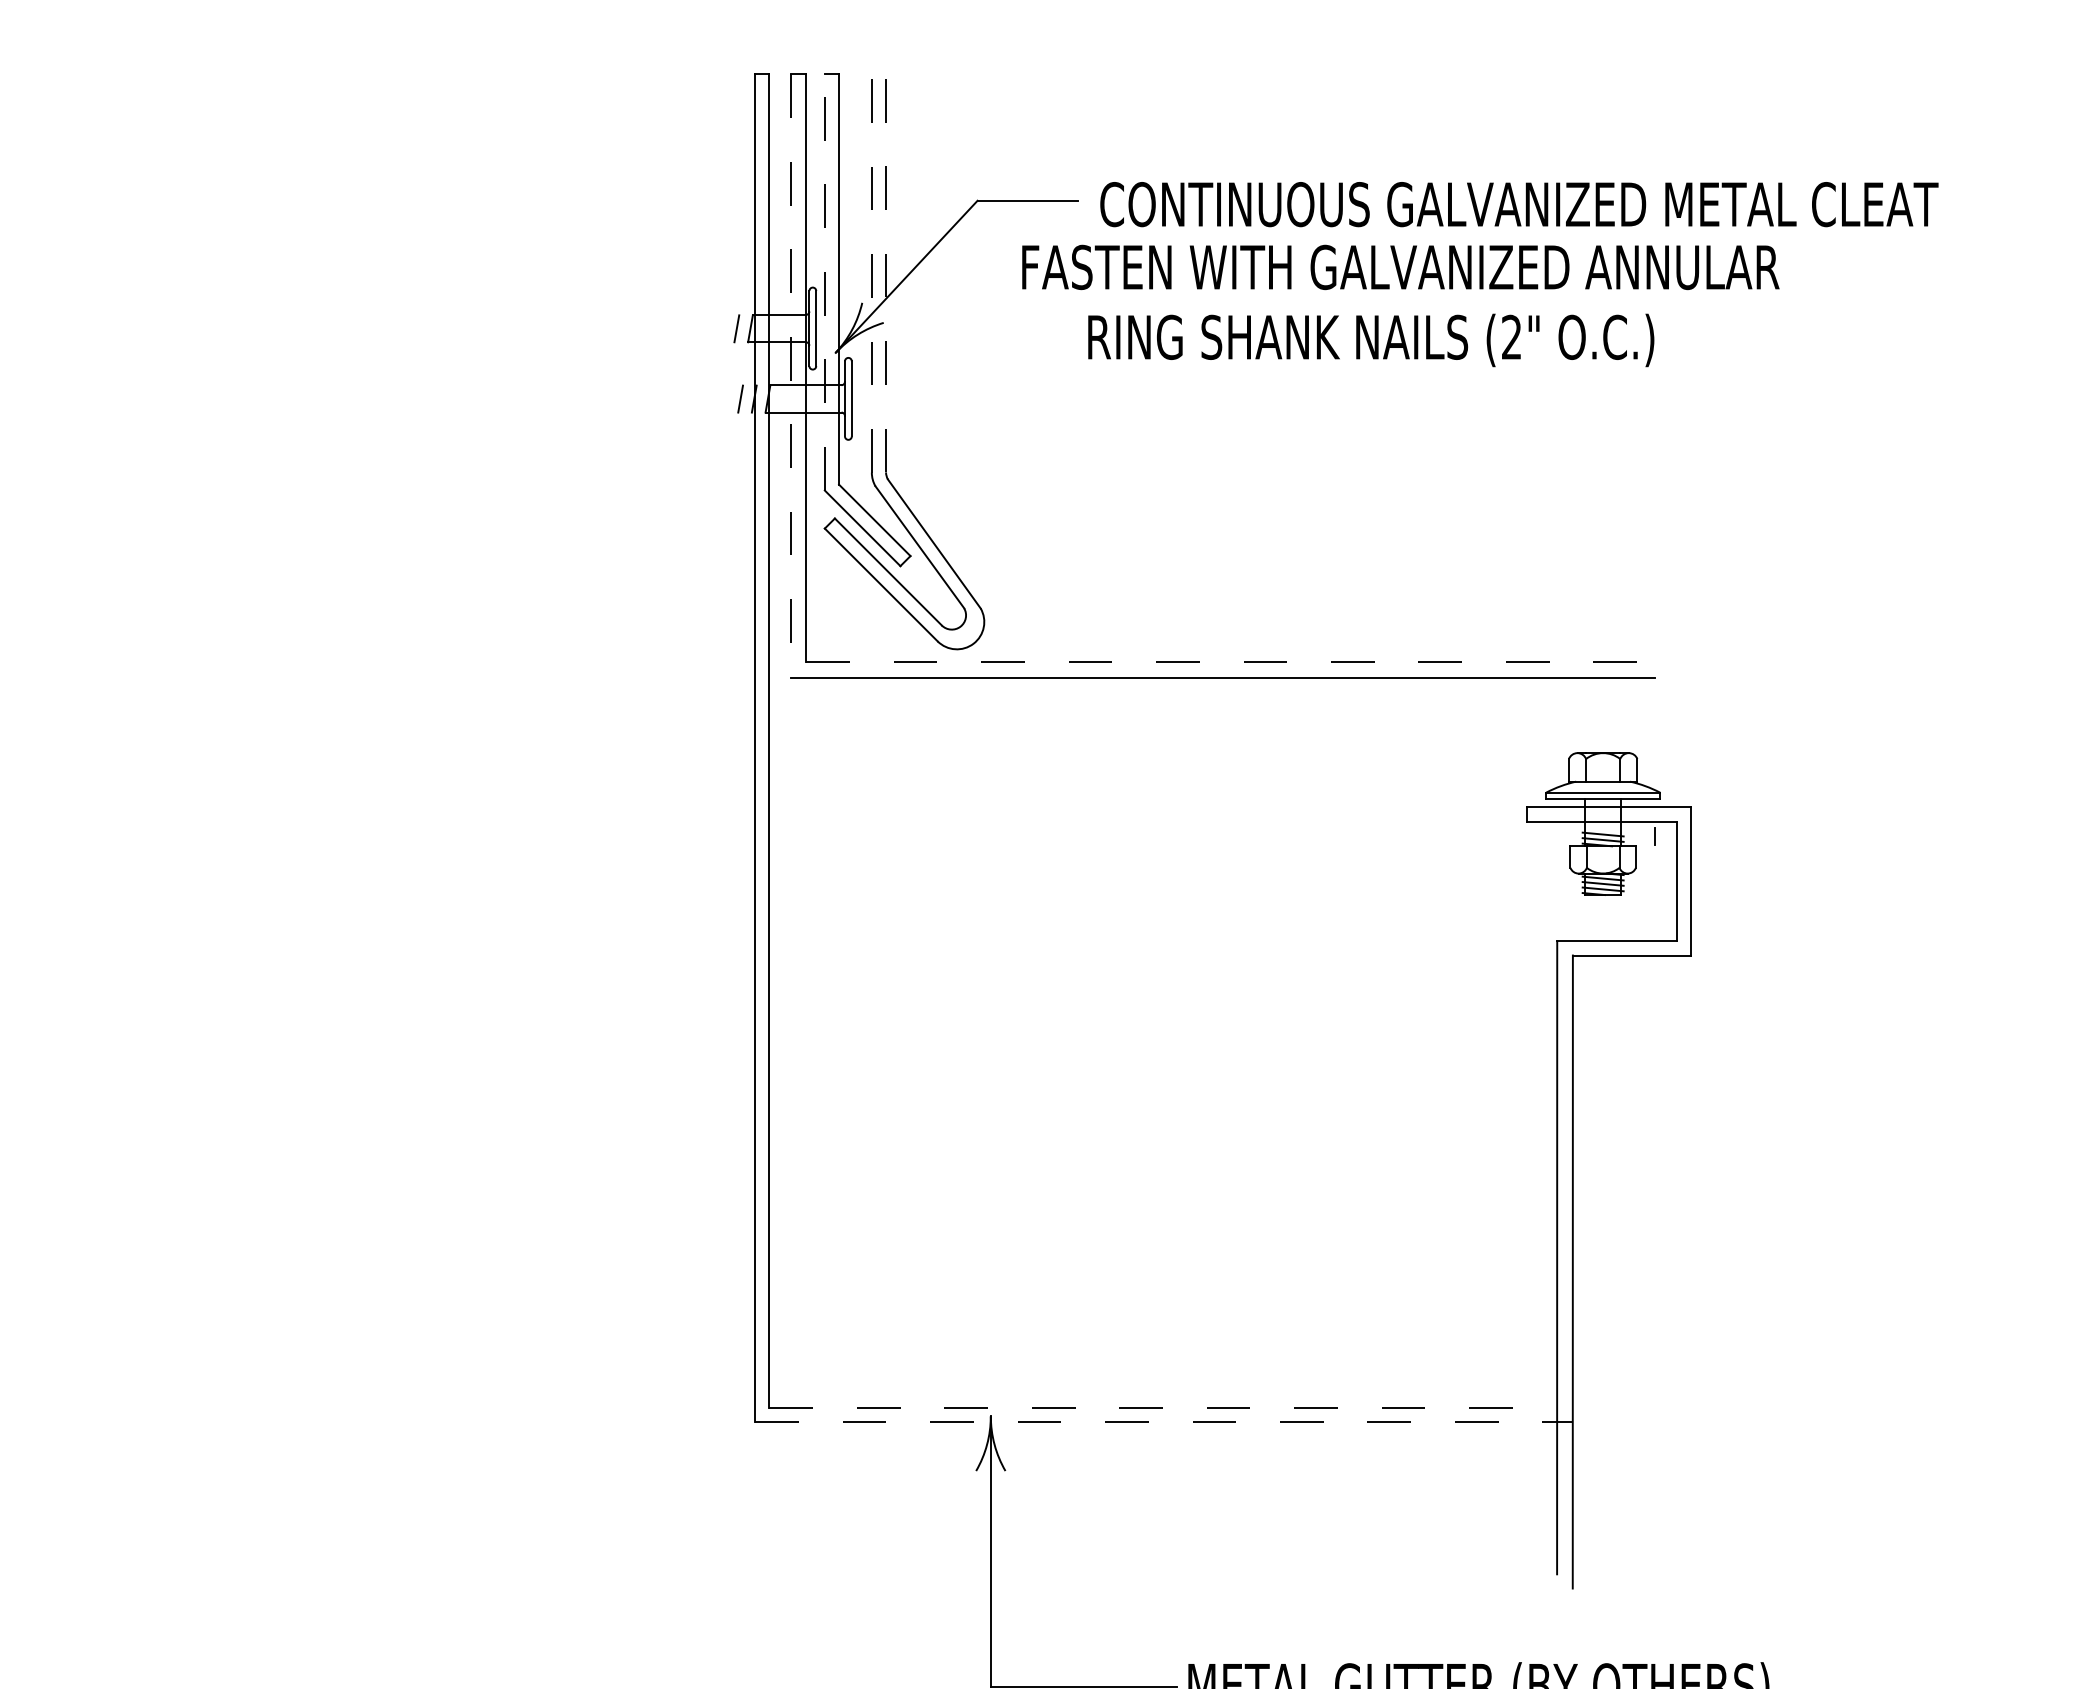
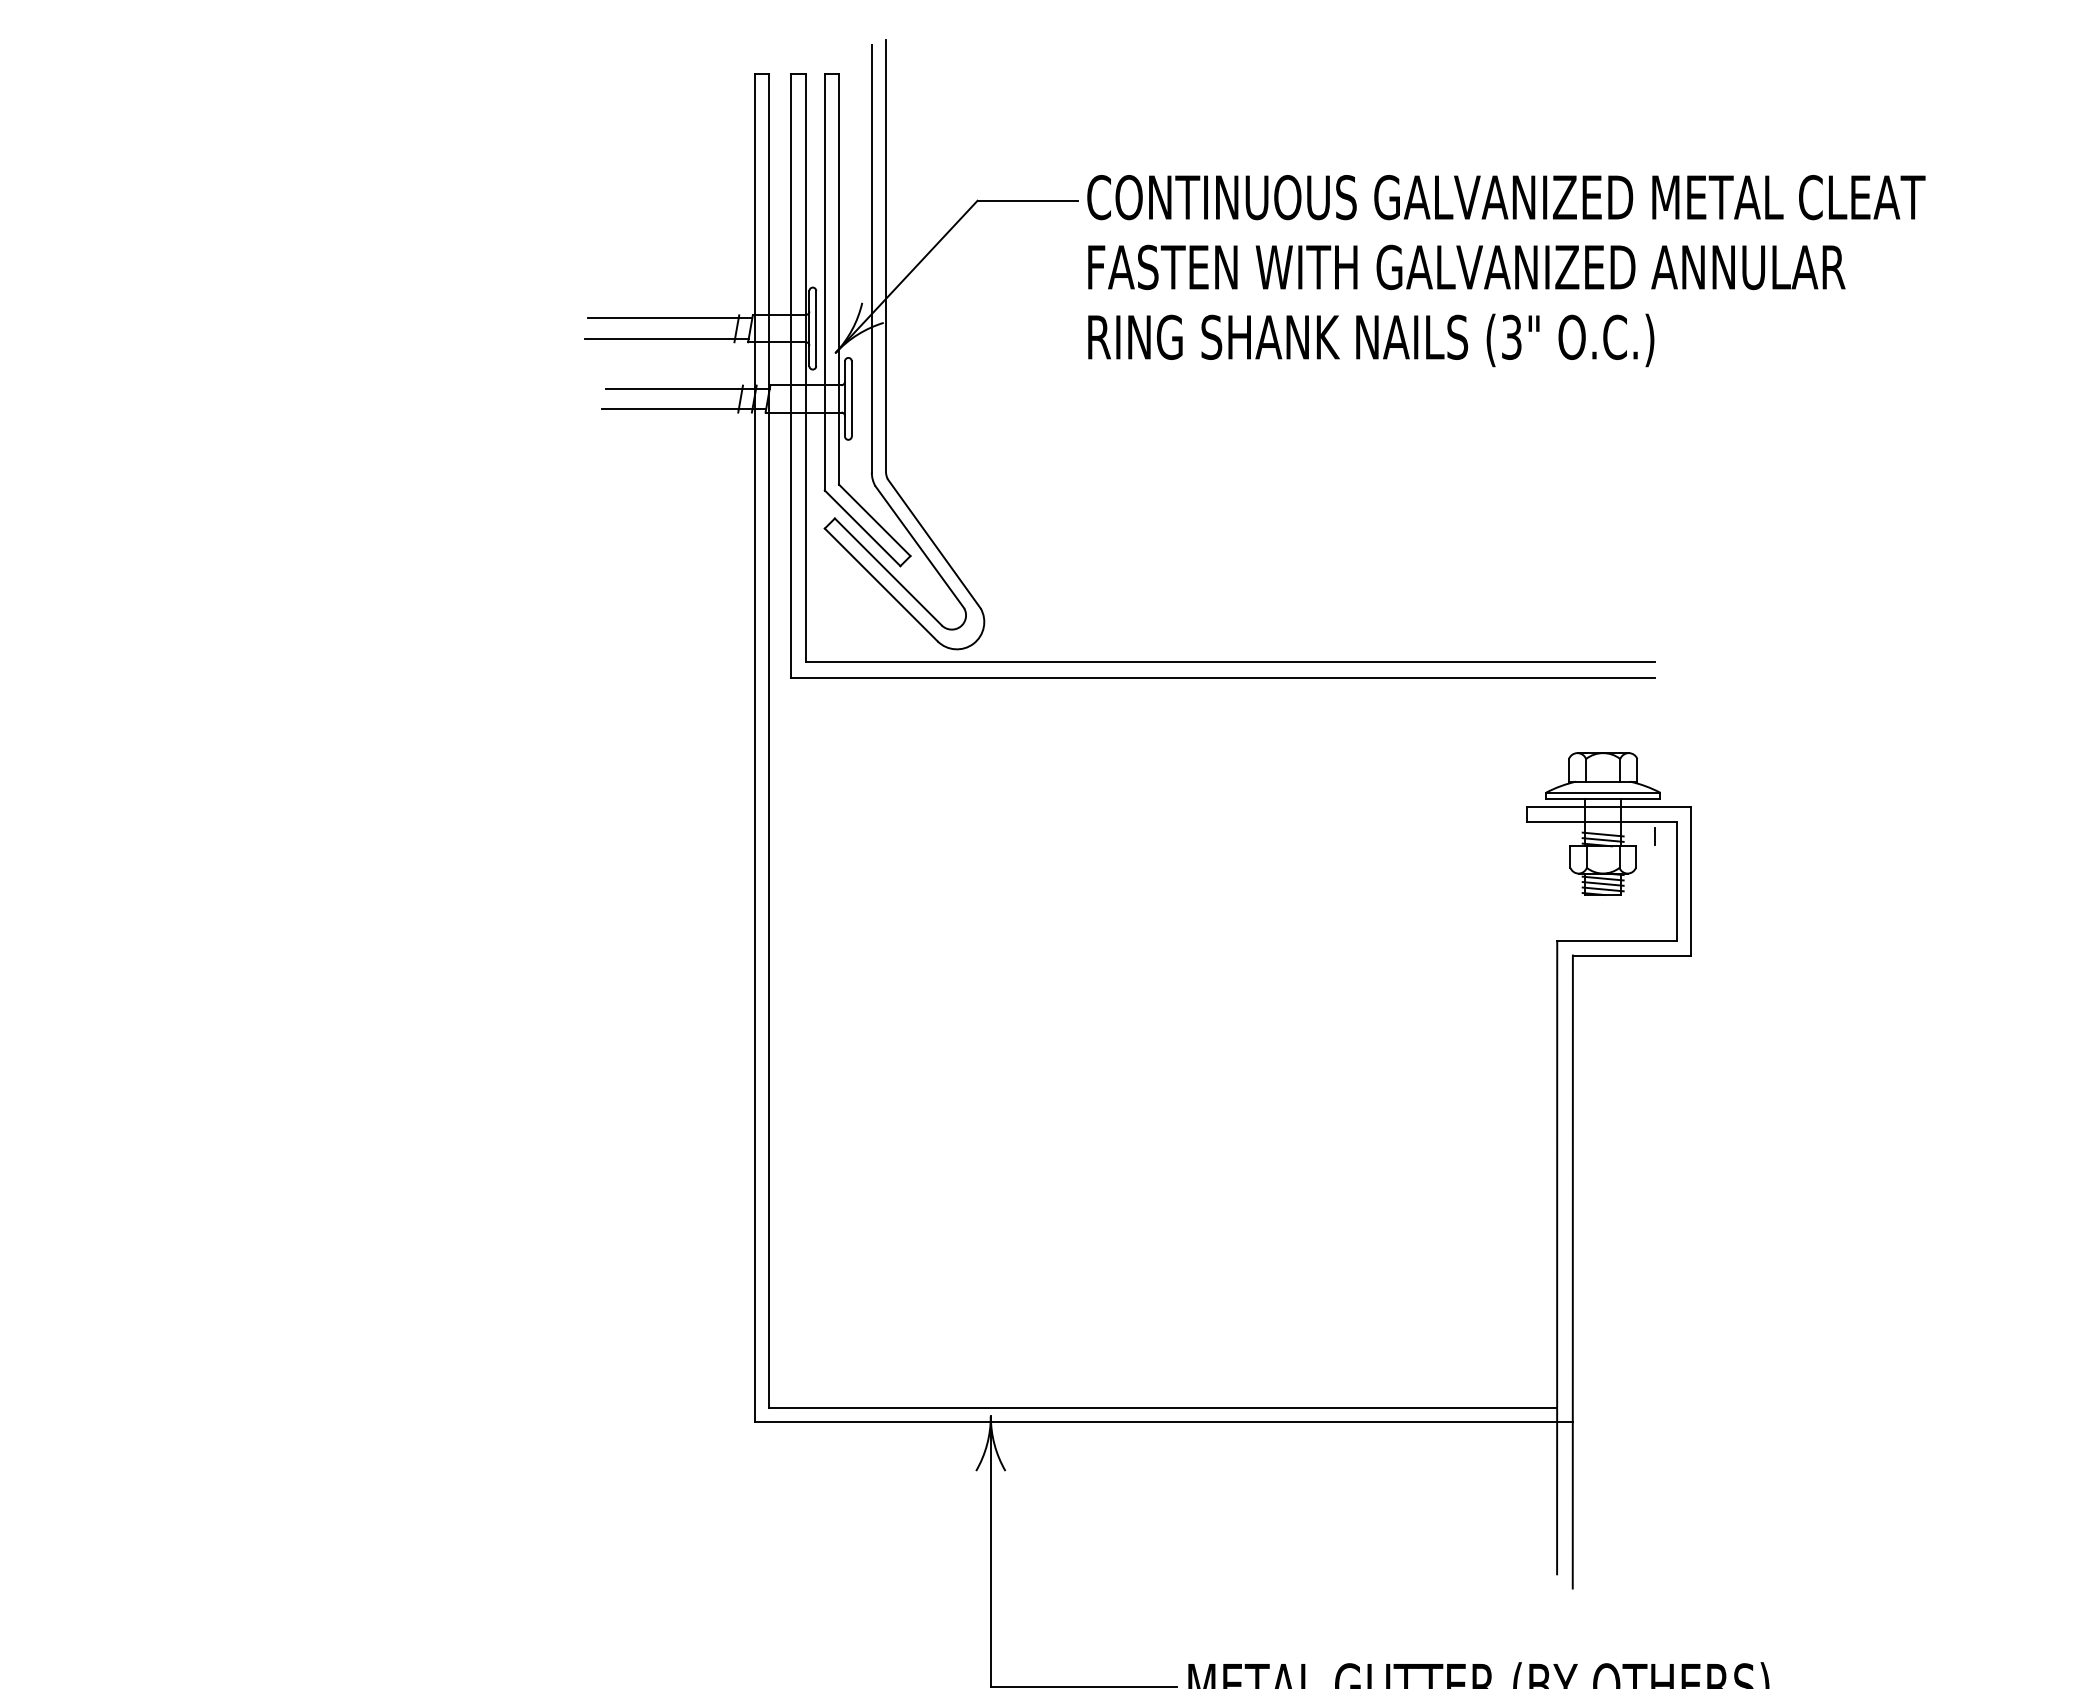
text at (1519, 204) position: (1519, 204) -> (1506, 197)
line at (886, 255): dashed -> solid
line at (871, 258): dashed -> solid
text at (1400, 267) position: (1400, 267) -> (1466, 267)
line at (824, 281): dashed -> solid
line at (670, 318): none -> present
text at (1511, 337): (2" -> (3"
line at (666, 338): none -> present
line at (791, 376): dashed -> solid
line at (687, 388): none -> present
line at (684, 409): none -> present
line at (1231, 661): dashed -> solid
line at (1163, 1407): dashed -> solid
line at (1164, 1422): dashed -> solid
